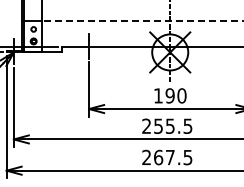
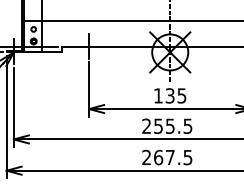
line at (142, 21): dashed -> solid
text at (175, 95): 190 -> 135
